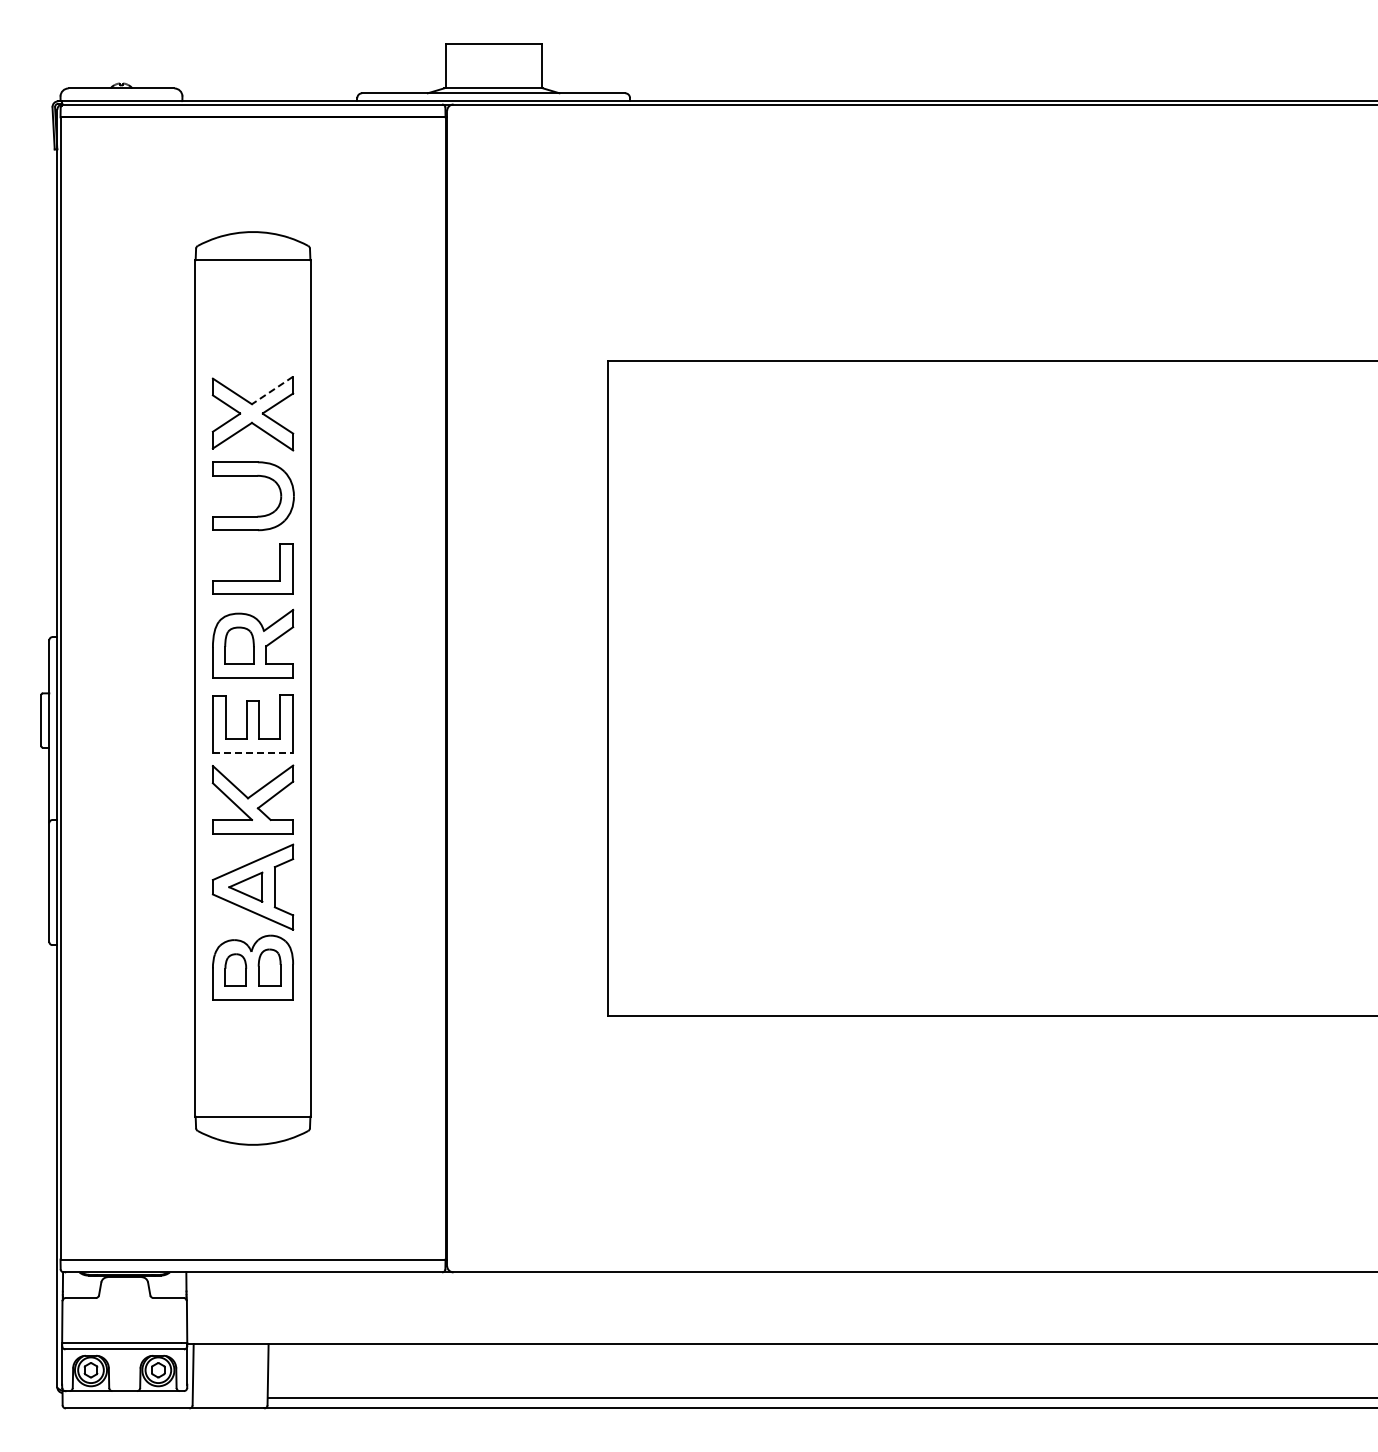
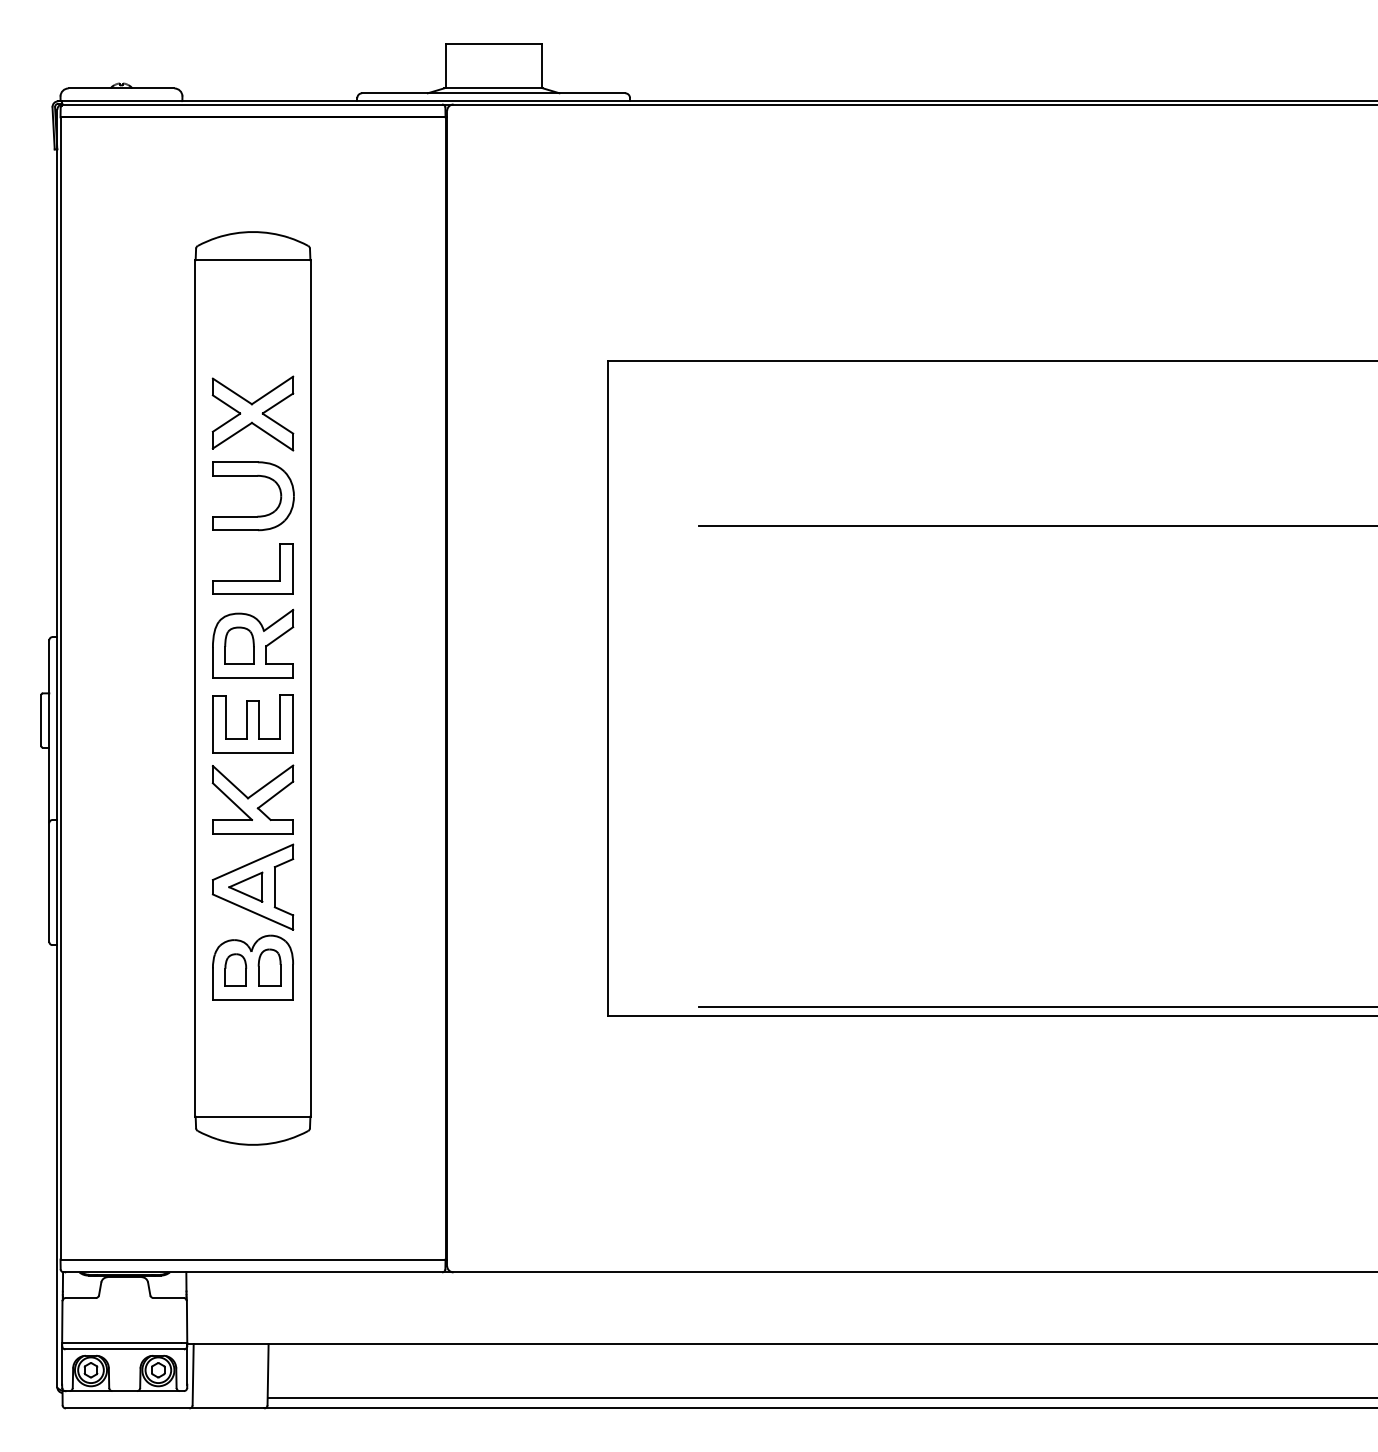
line at (272, 390): dashed -> solid
line at (1036, 526): none -> present
line at (253, 752): dashed -> solid
line at (1036, 1007): none -> present
